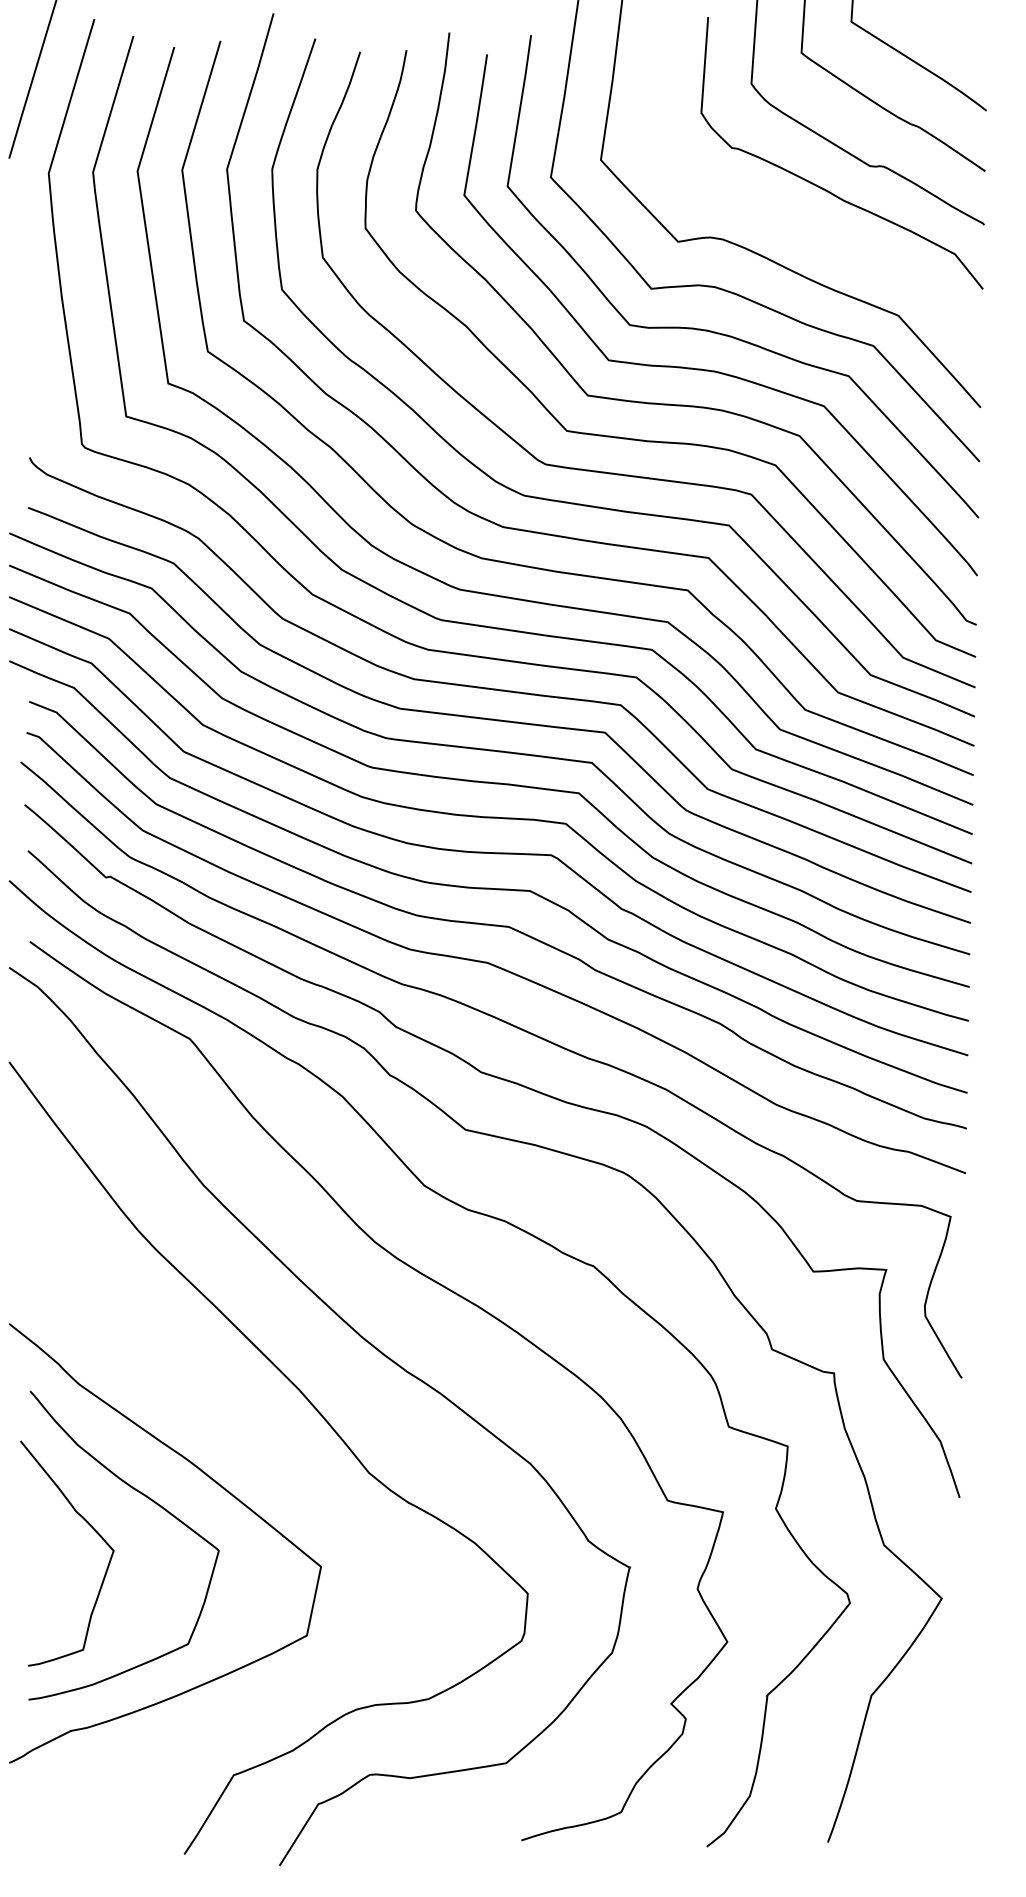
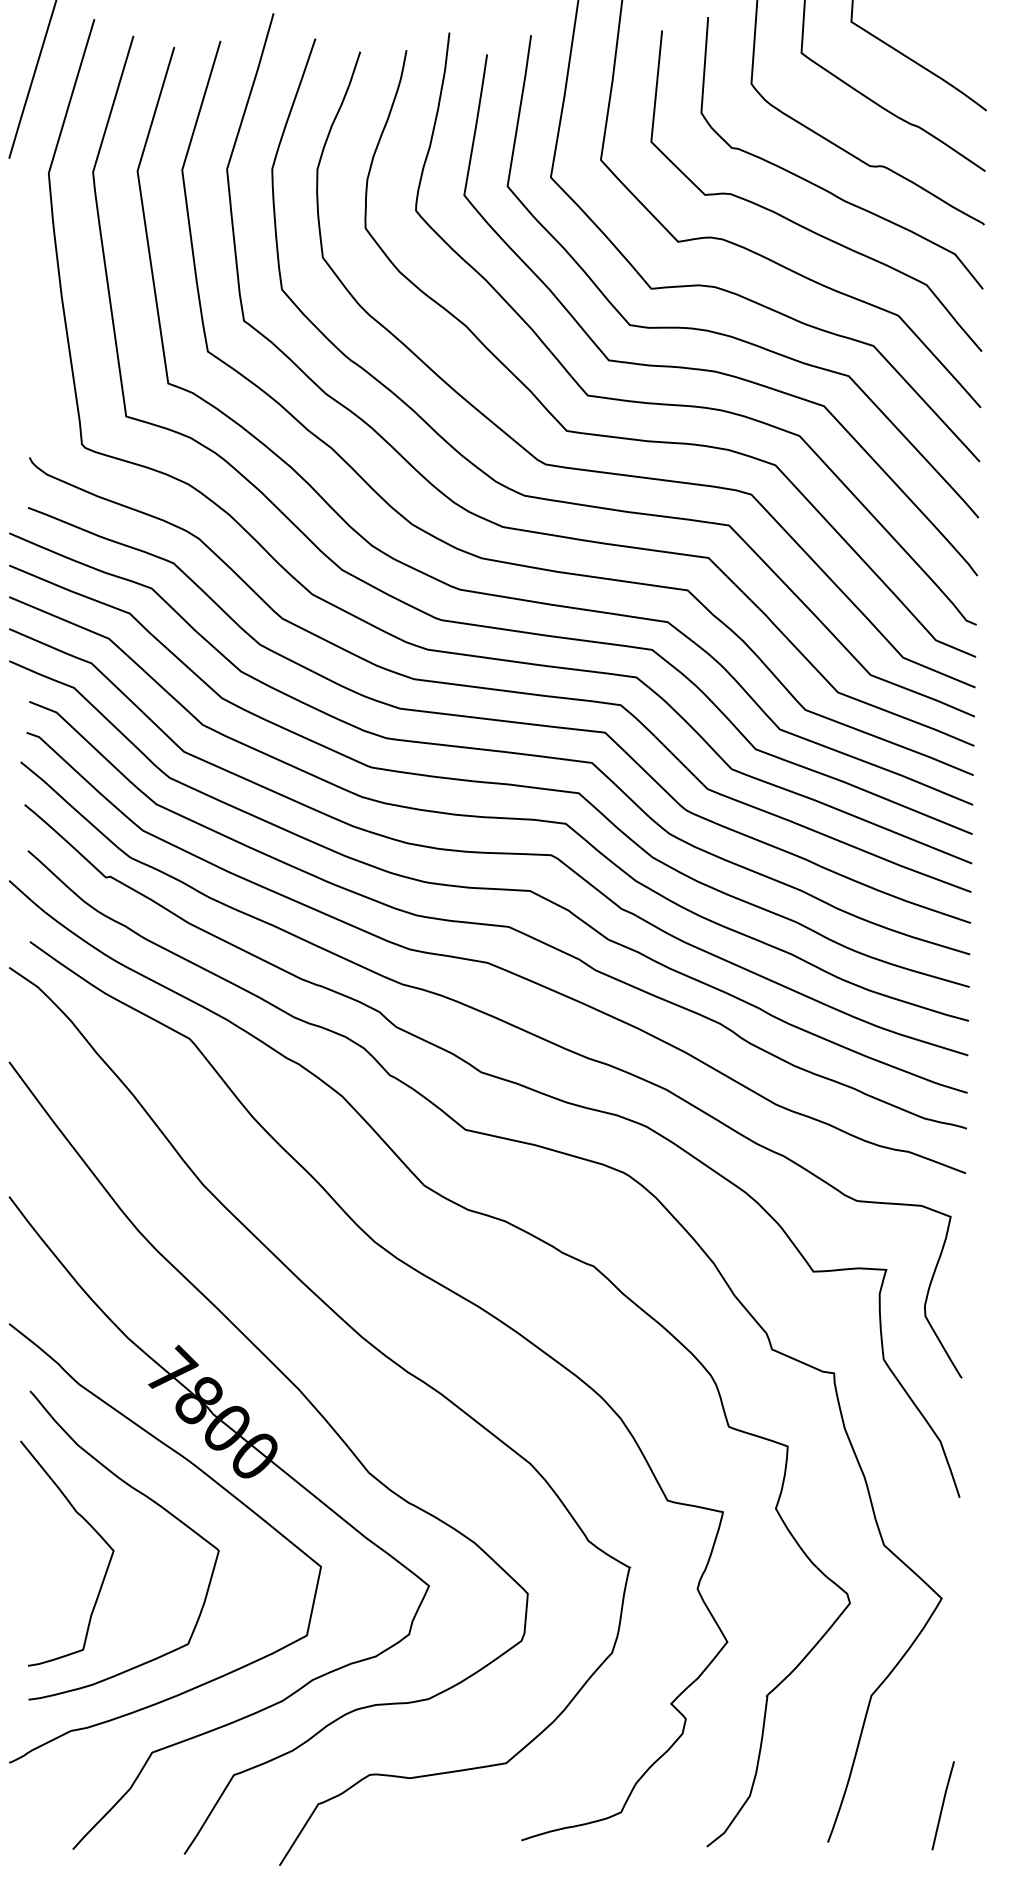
curve at (800, 224): none -> present
part at (240, 1477): none -> present
line at (942, 1805): none -> present
